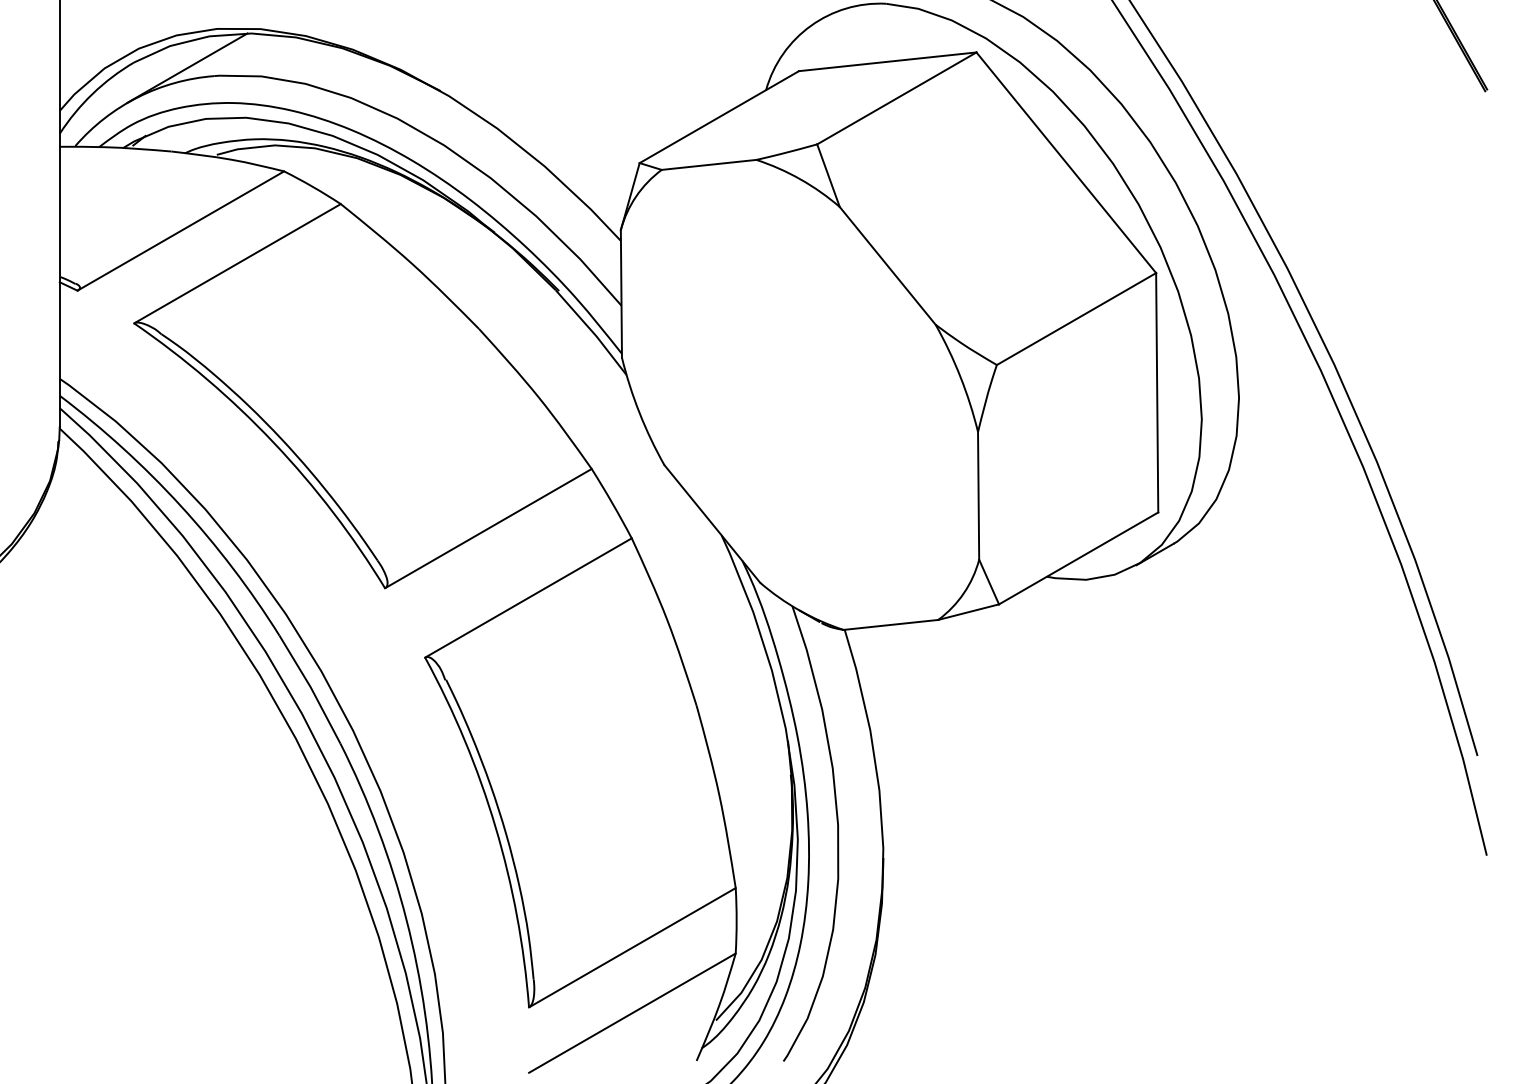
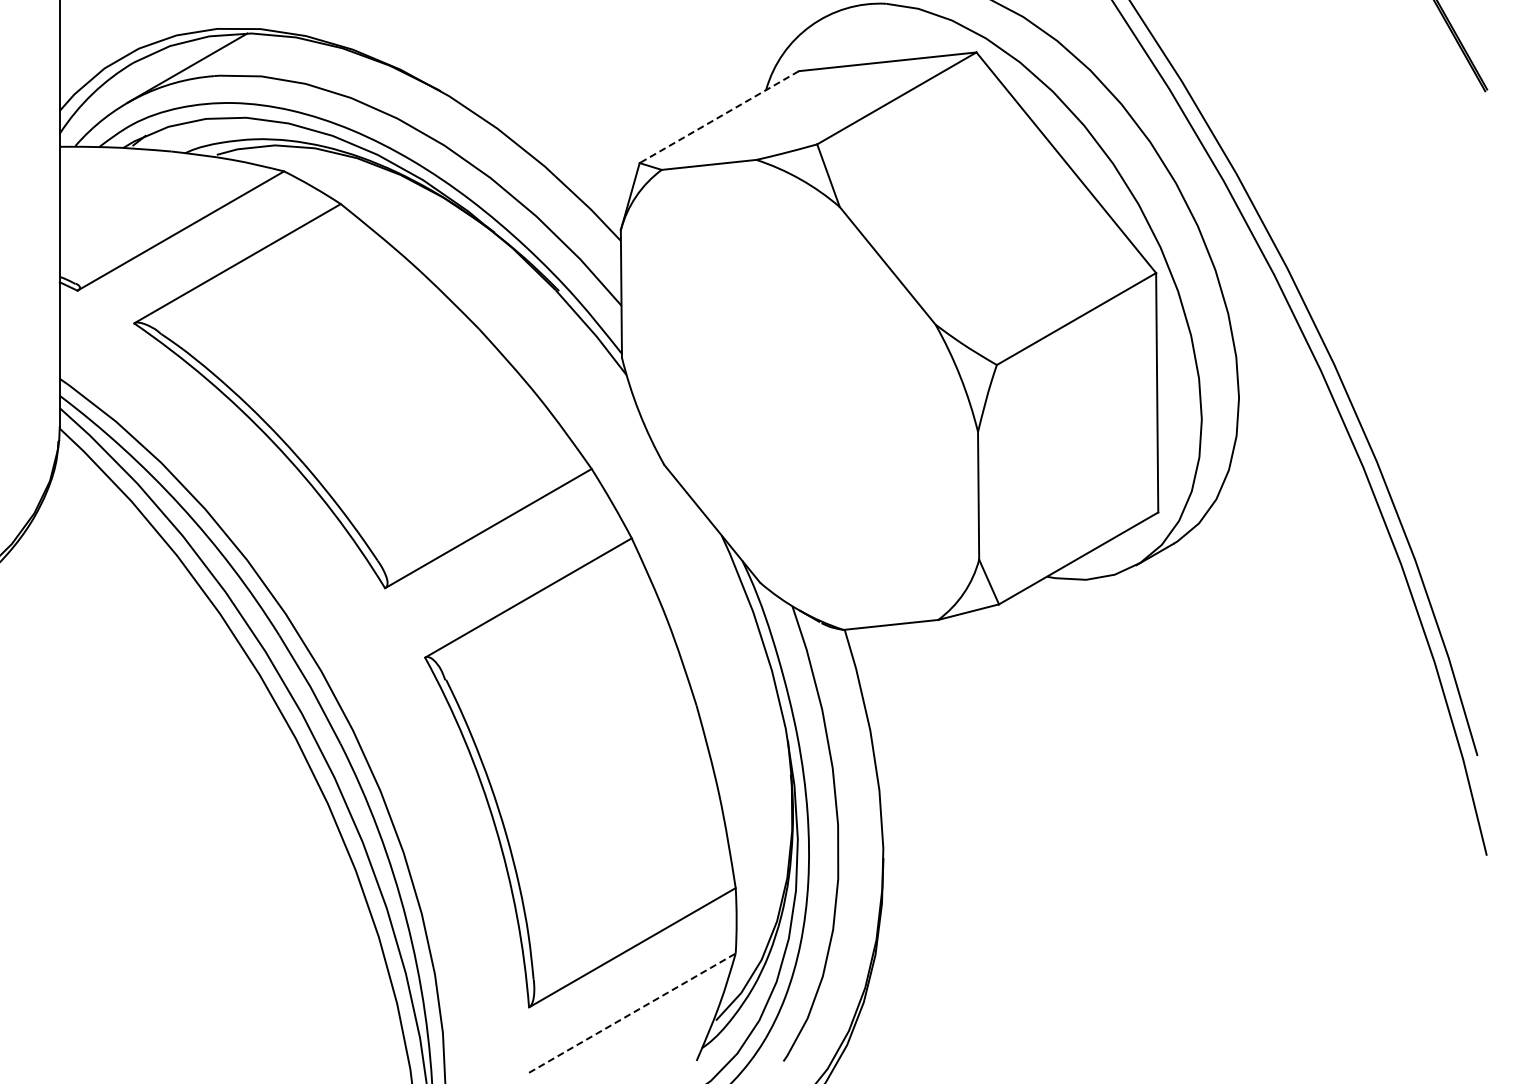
line at (719, 117): solid -> dashed
line at (632, 1012): solid -> dashed
